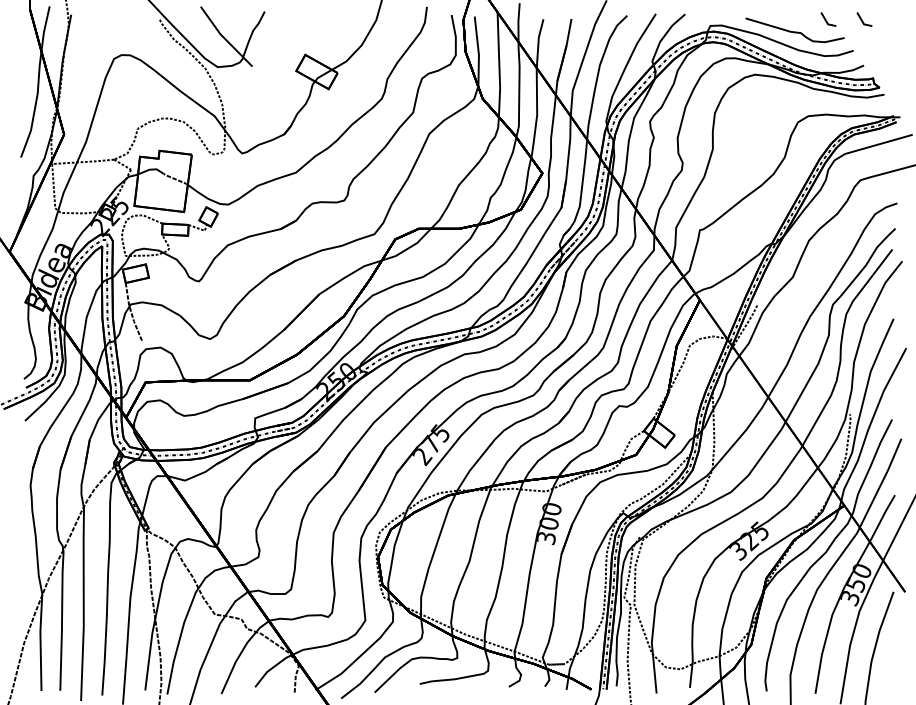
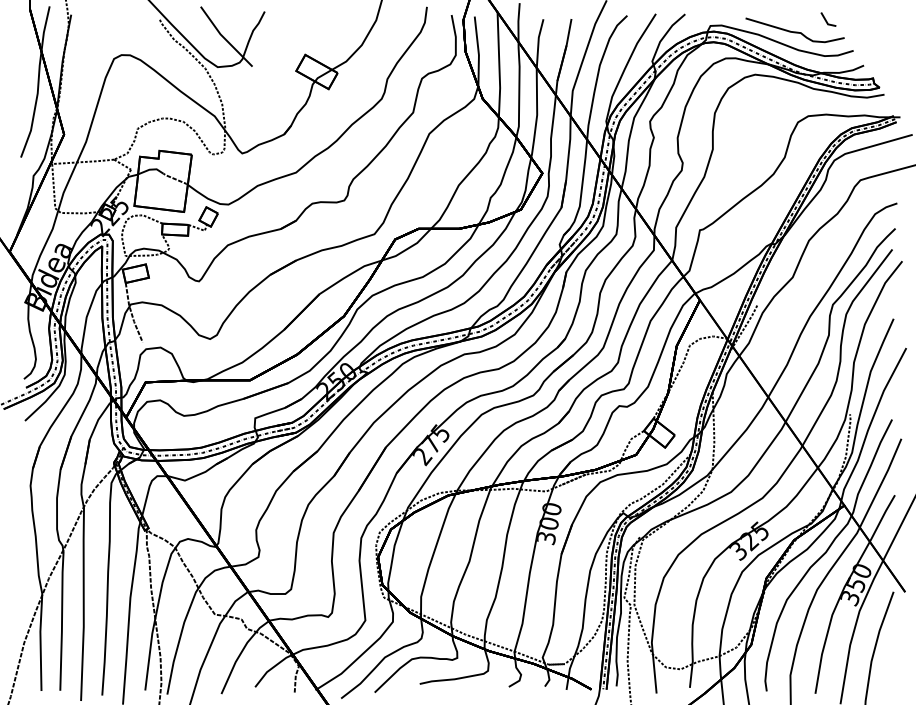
line at (862, 19): present -> none
